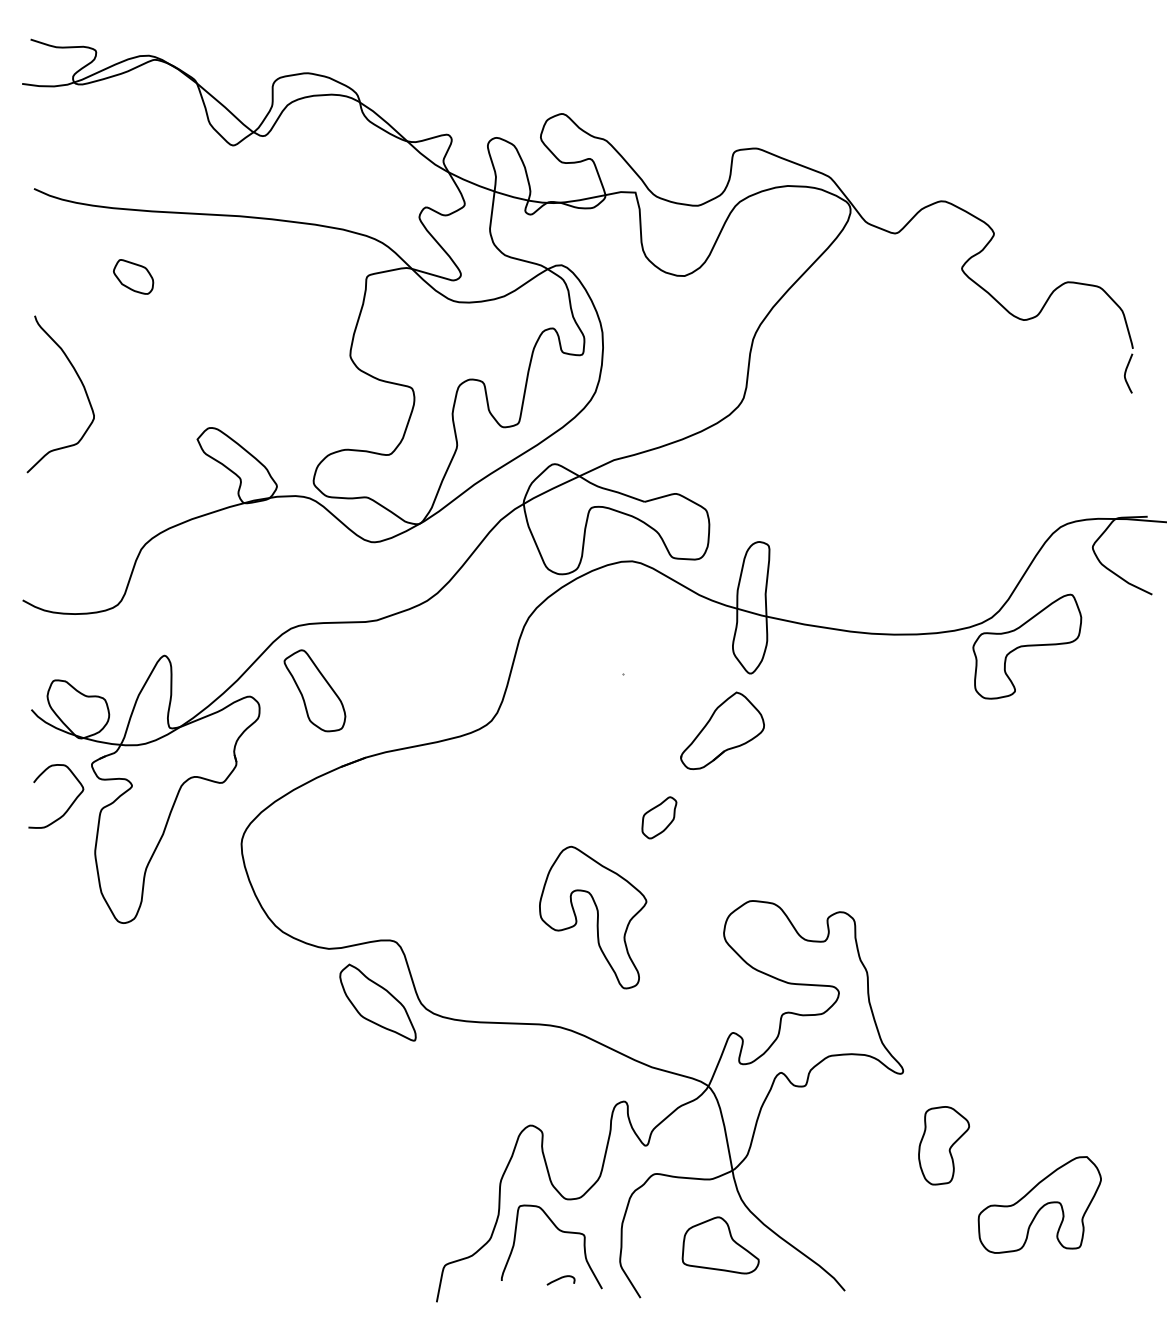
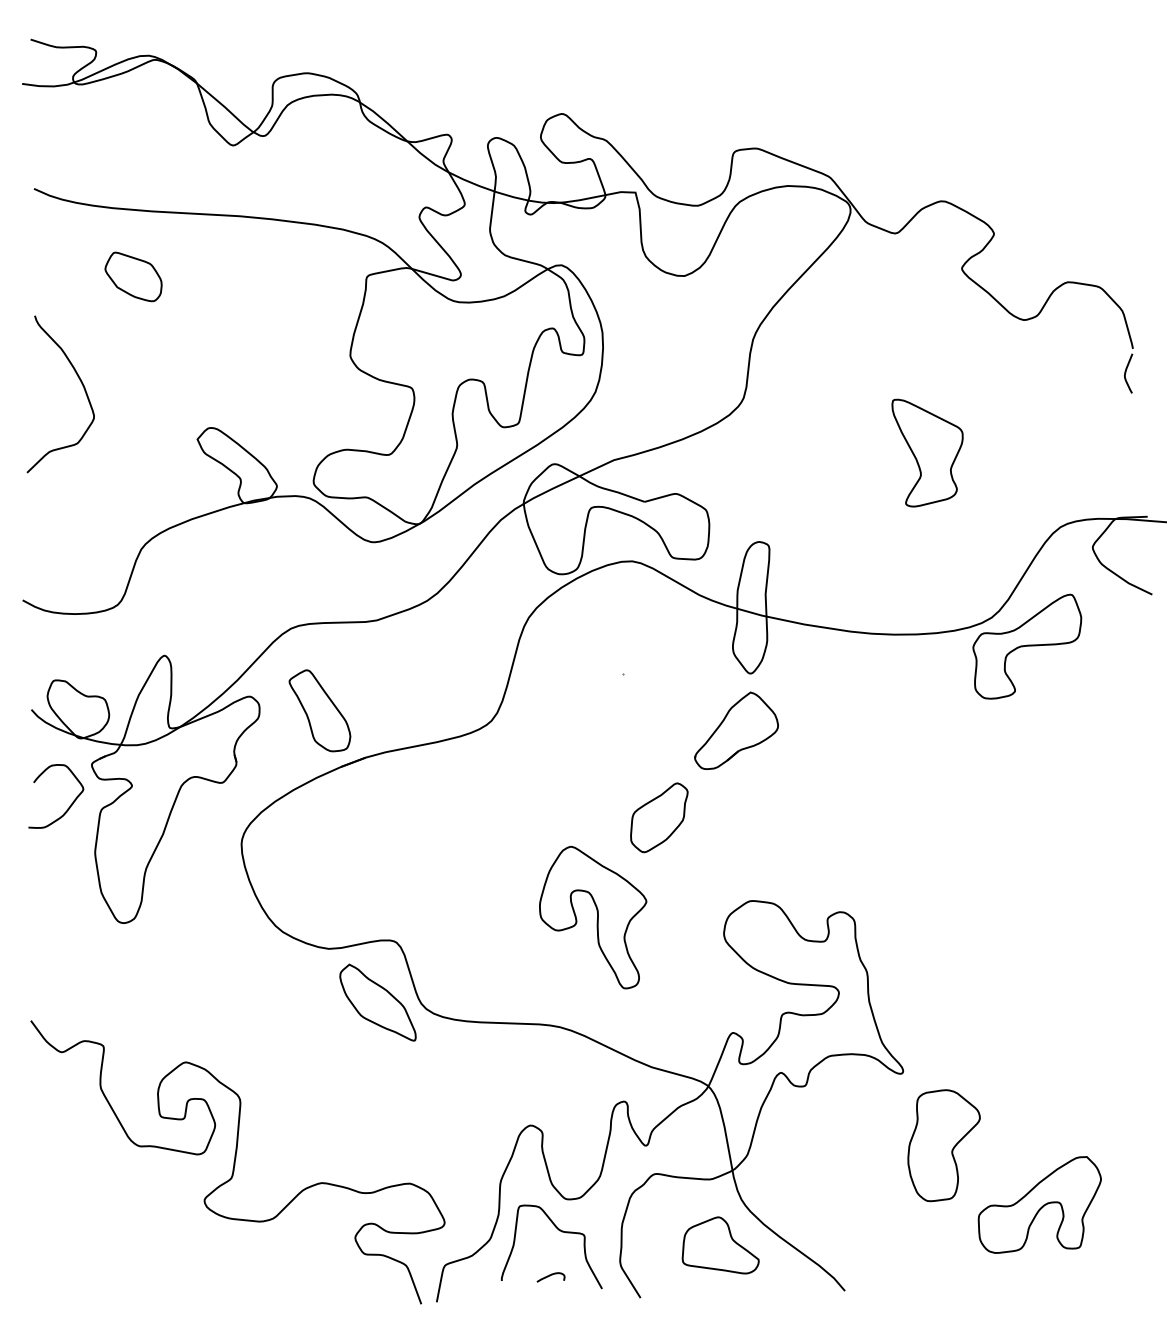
part at (133, 276) size: 42x36 px -> 59x52 px
part at (927, 452): none -> present
part at (314, 690) position: (314, 690) -> (319, 710)
part at (722, 730) position: (722, 730) -> (736, 730)
part at (659, 817) size: 37x44 px -> 59x72 px
part at (944, 1145) size: 53x80 px -> 74x114 px
curve at (235, 1162): none -> present
curve at (560, 1279) position: (560, 1279) -> (550, 1276)
